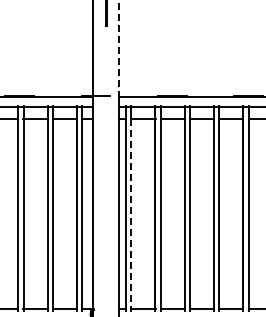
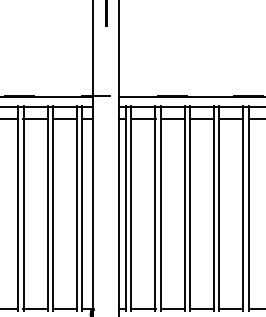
line at (118, 48): dashed -> solid
line at (131, 214): dashed -> solid
